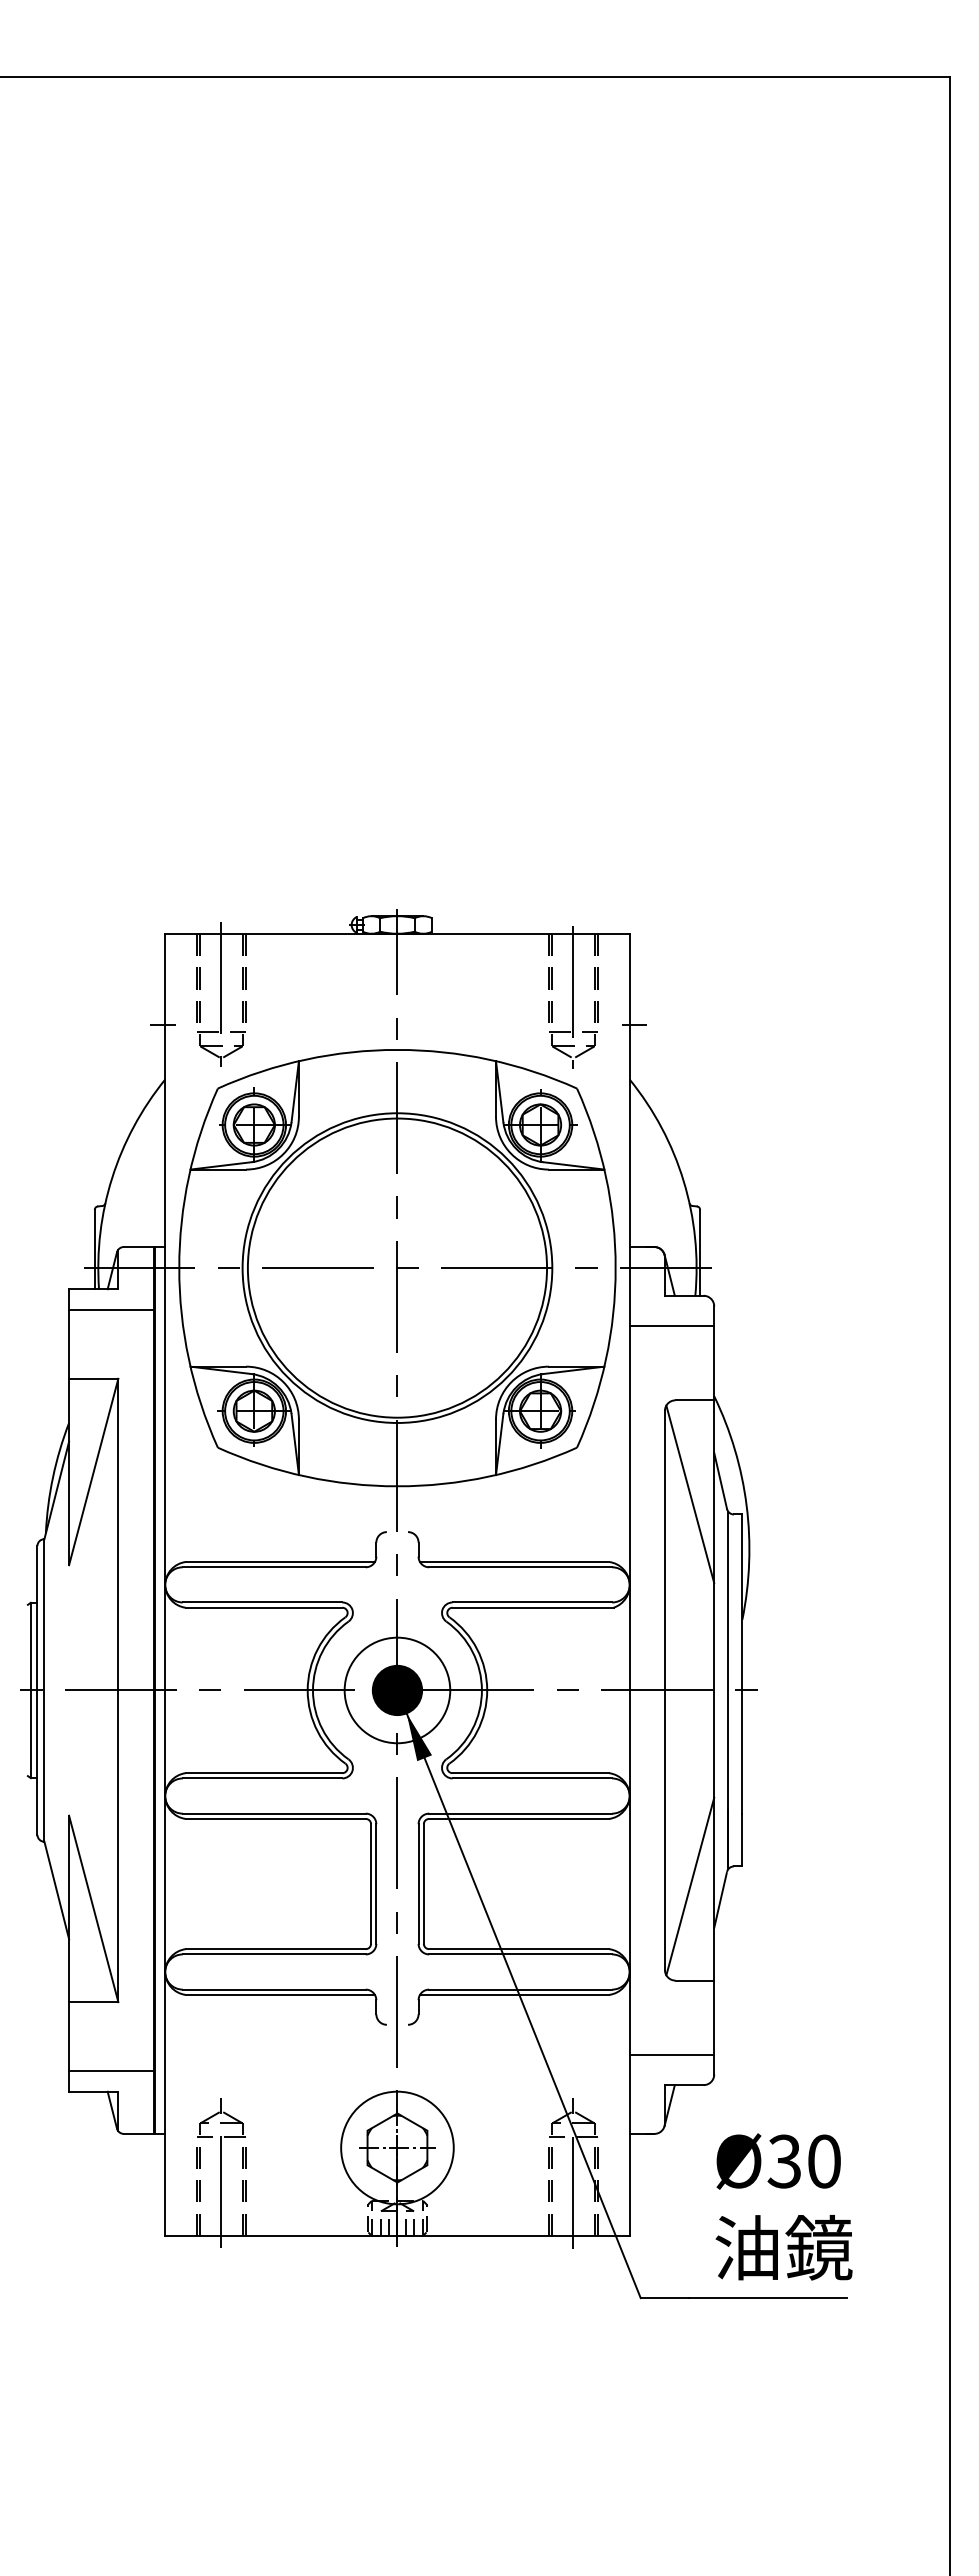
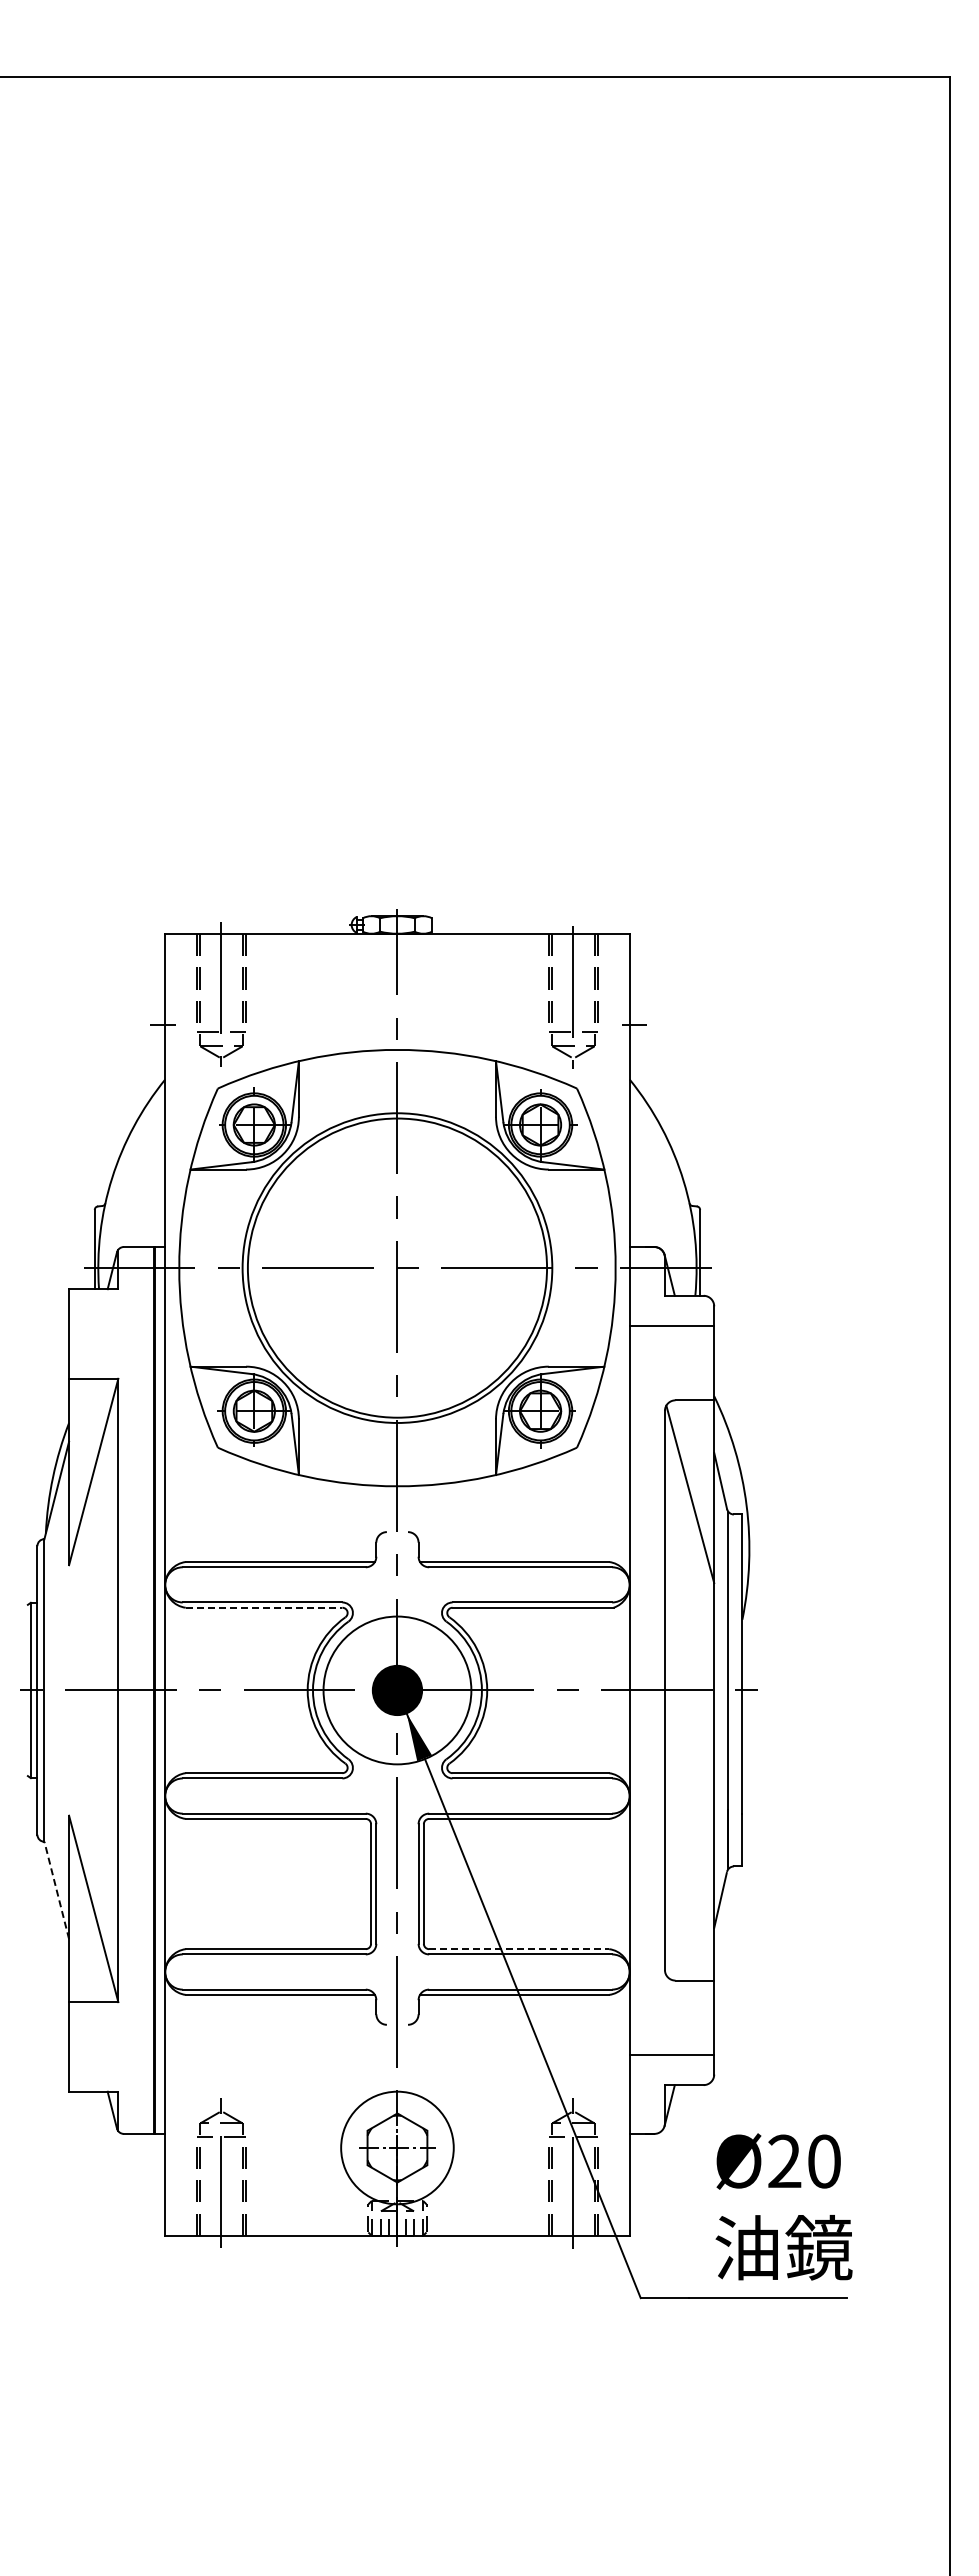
line at (111, 1310): present -> none
line at (264, 1607): solid -> dashed
circle at (397, 1690) diameter: 106 px -> 148 px
line at (690, 1886): present -> none
line at (56, 1890): solid -> dashed
line at (519, 1949): solid -> dashed
line at (111, 2070): present -> none
text at (784, 2161): Ø30 -> Ø20
